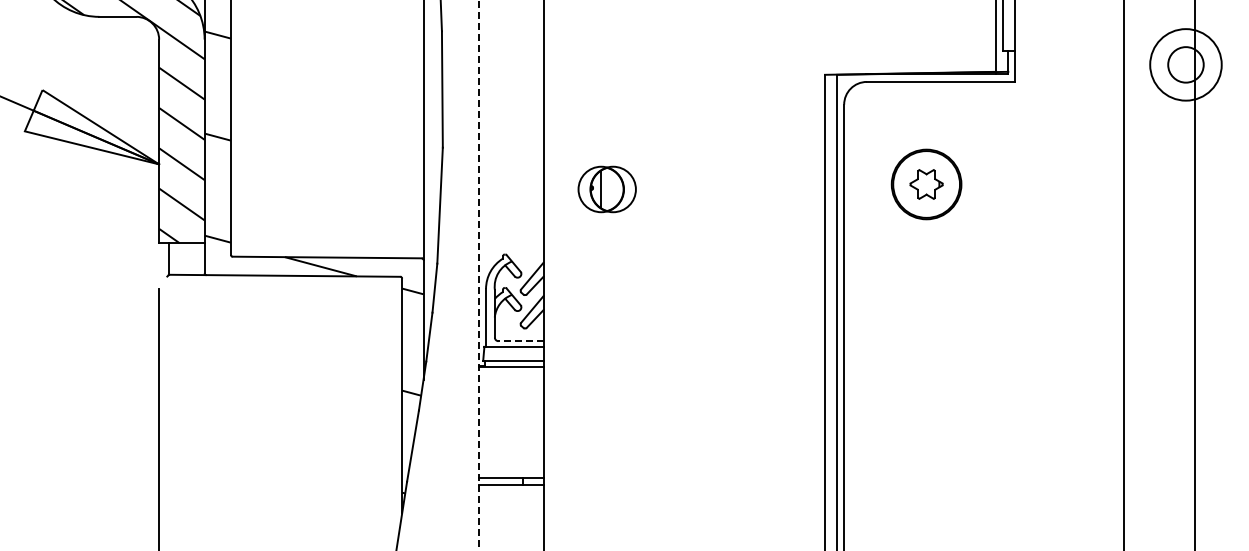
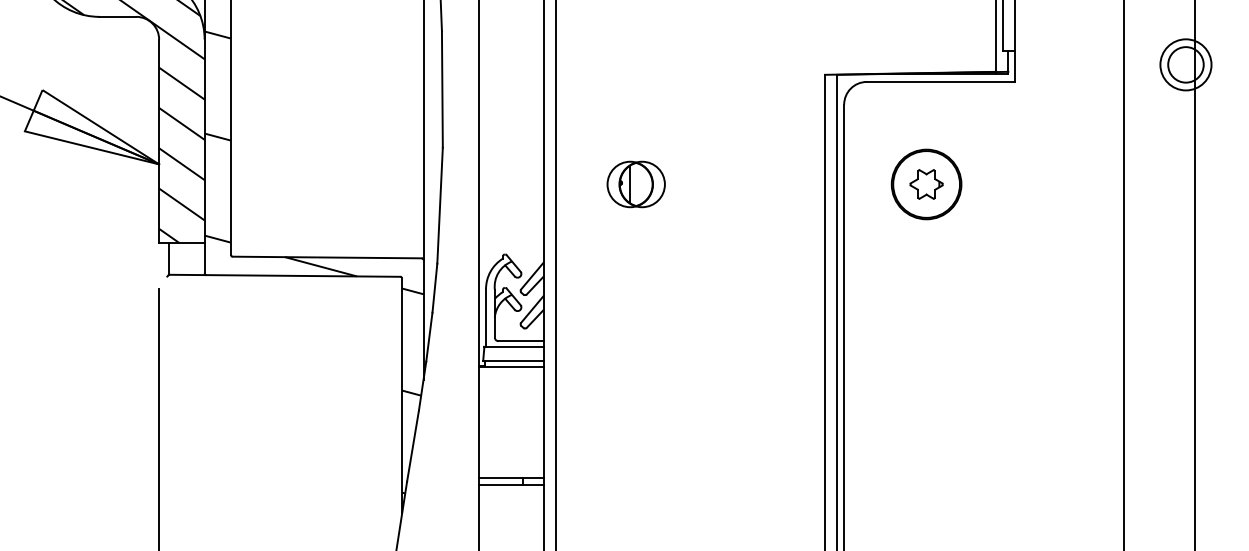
circle at (1185, 64) diameter: 72 px -> 51 px
part at (606, 189) position: (606, 189) -> (635, 184)
line at (555, 274): none -> present
line at (478, 275): dashed -> solid
line at (521, 341): dashed -> solid
